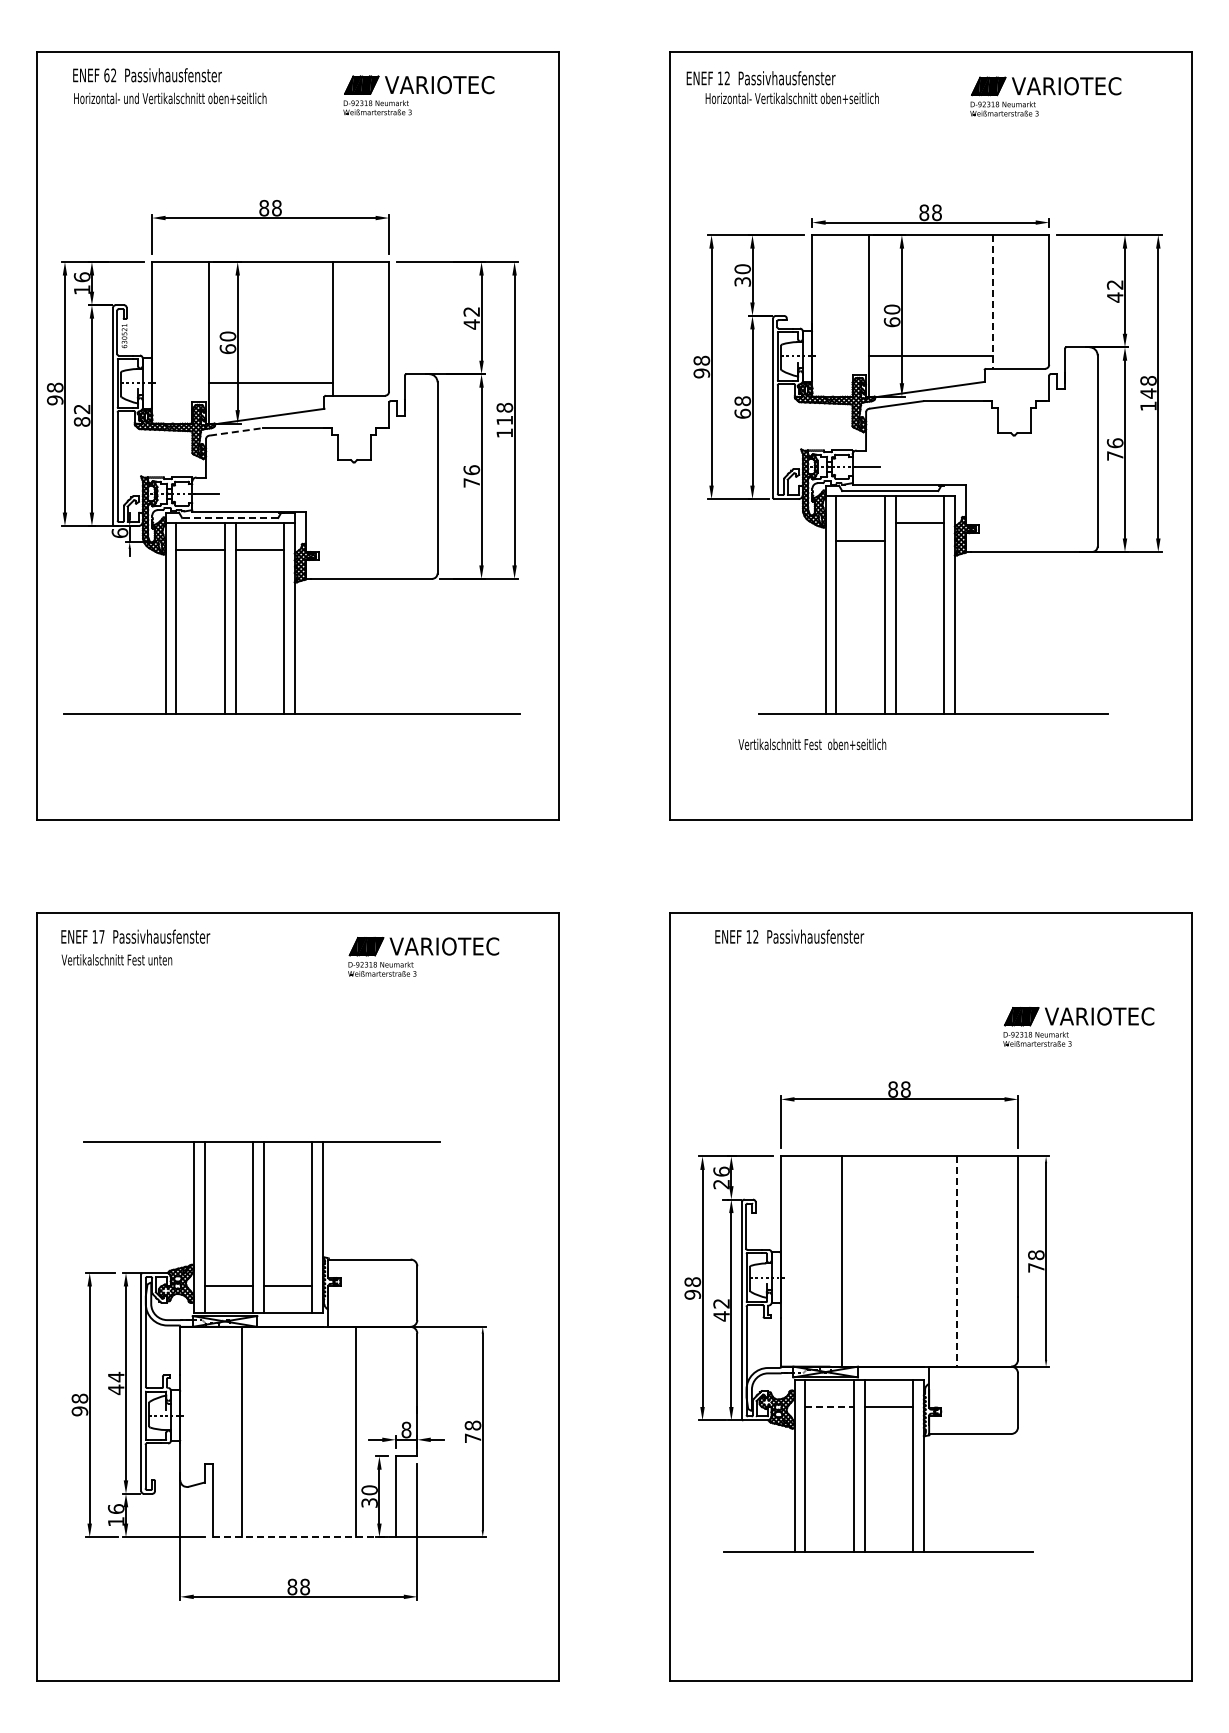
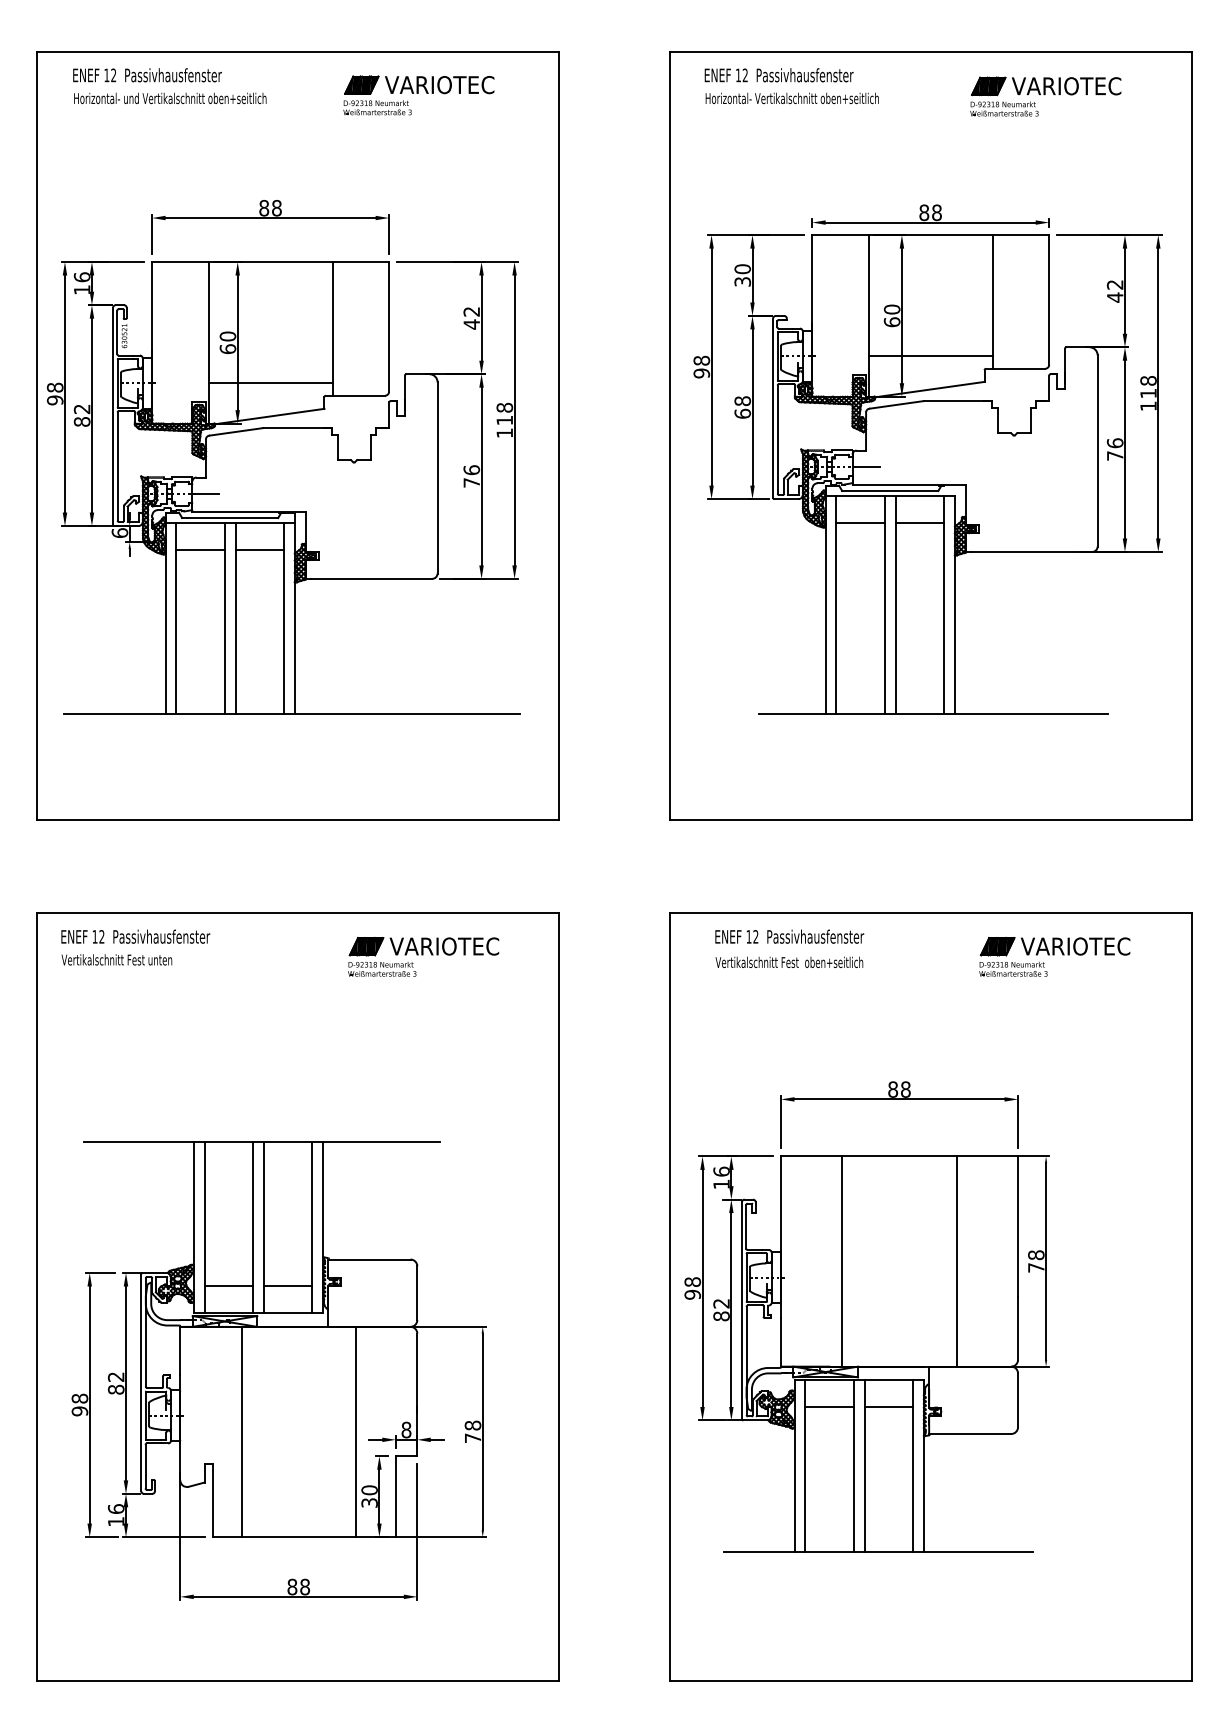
text at (106, 75): 62 -> 12
text at (760, 78) position: (760, 78) -> (778, 75)
line at (992, 302): dashed -> solid
text at (1148, 393): 148 -> 118
line at (236, 431): dashed -> solid
line at (229, 517): dashed -> solid
line at (860, 541) position: (860, 541) -> (860, 523)
text at (812, 743) position: (812, 743) -> (789, 961)
text at (101, 936): 17 -> 12
part at (1078, 1026) position: (1078, 1026) -> (1054, 956)
text at (721, 1184): 26 -> 16
line at (956, 1262): dashed -> solid
text at (721, 1316): 42 -> 82
text at (115, 1383): 44 -> 82
line at (830, 1407): dashed -> solid
line at (304, 1537): dashed -> solid
